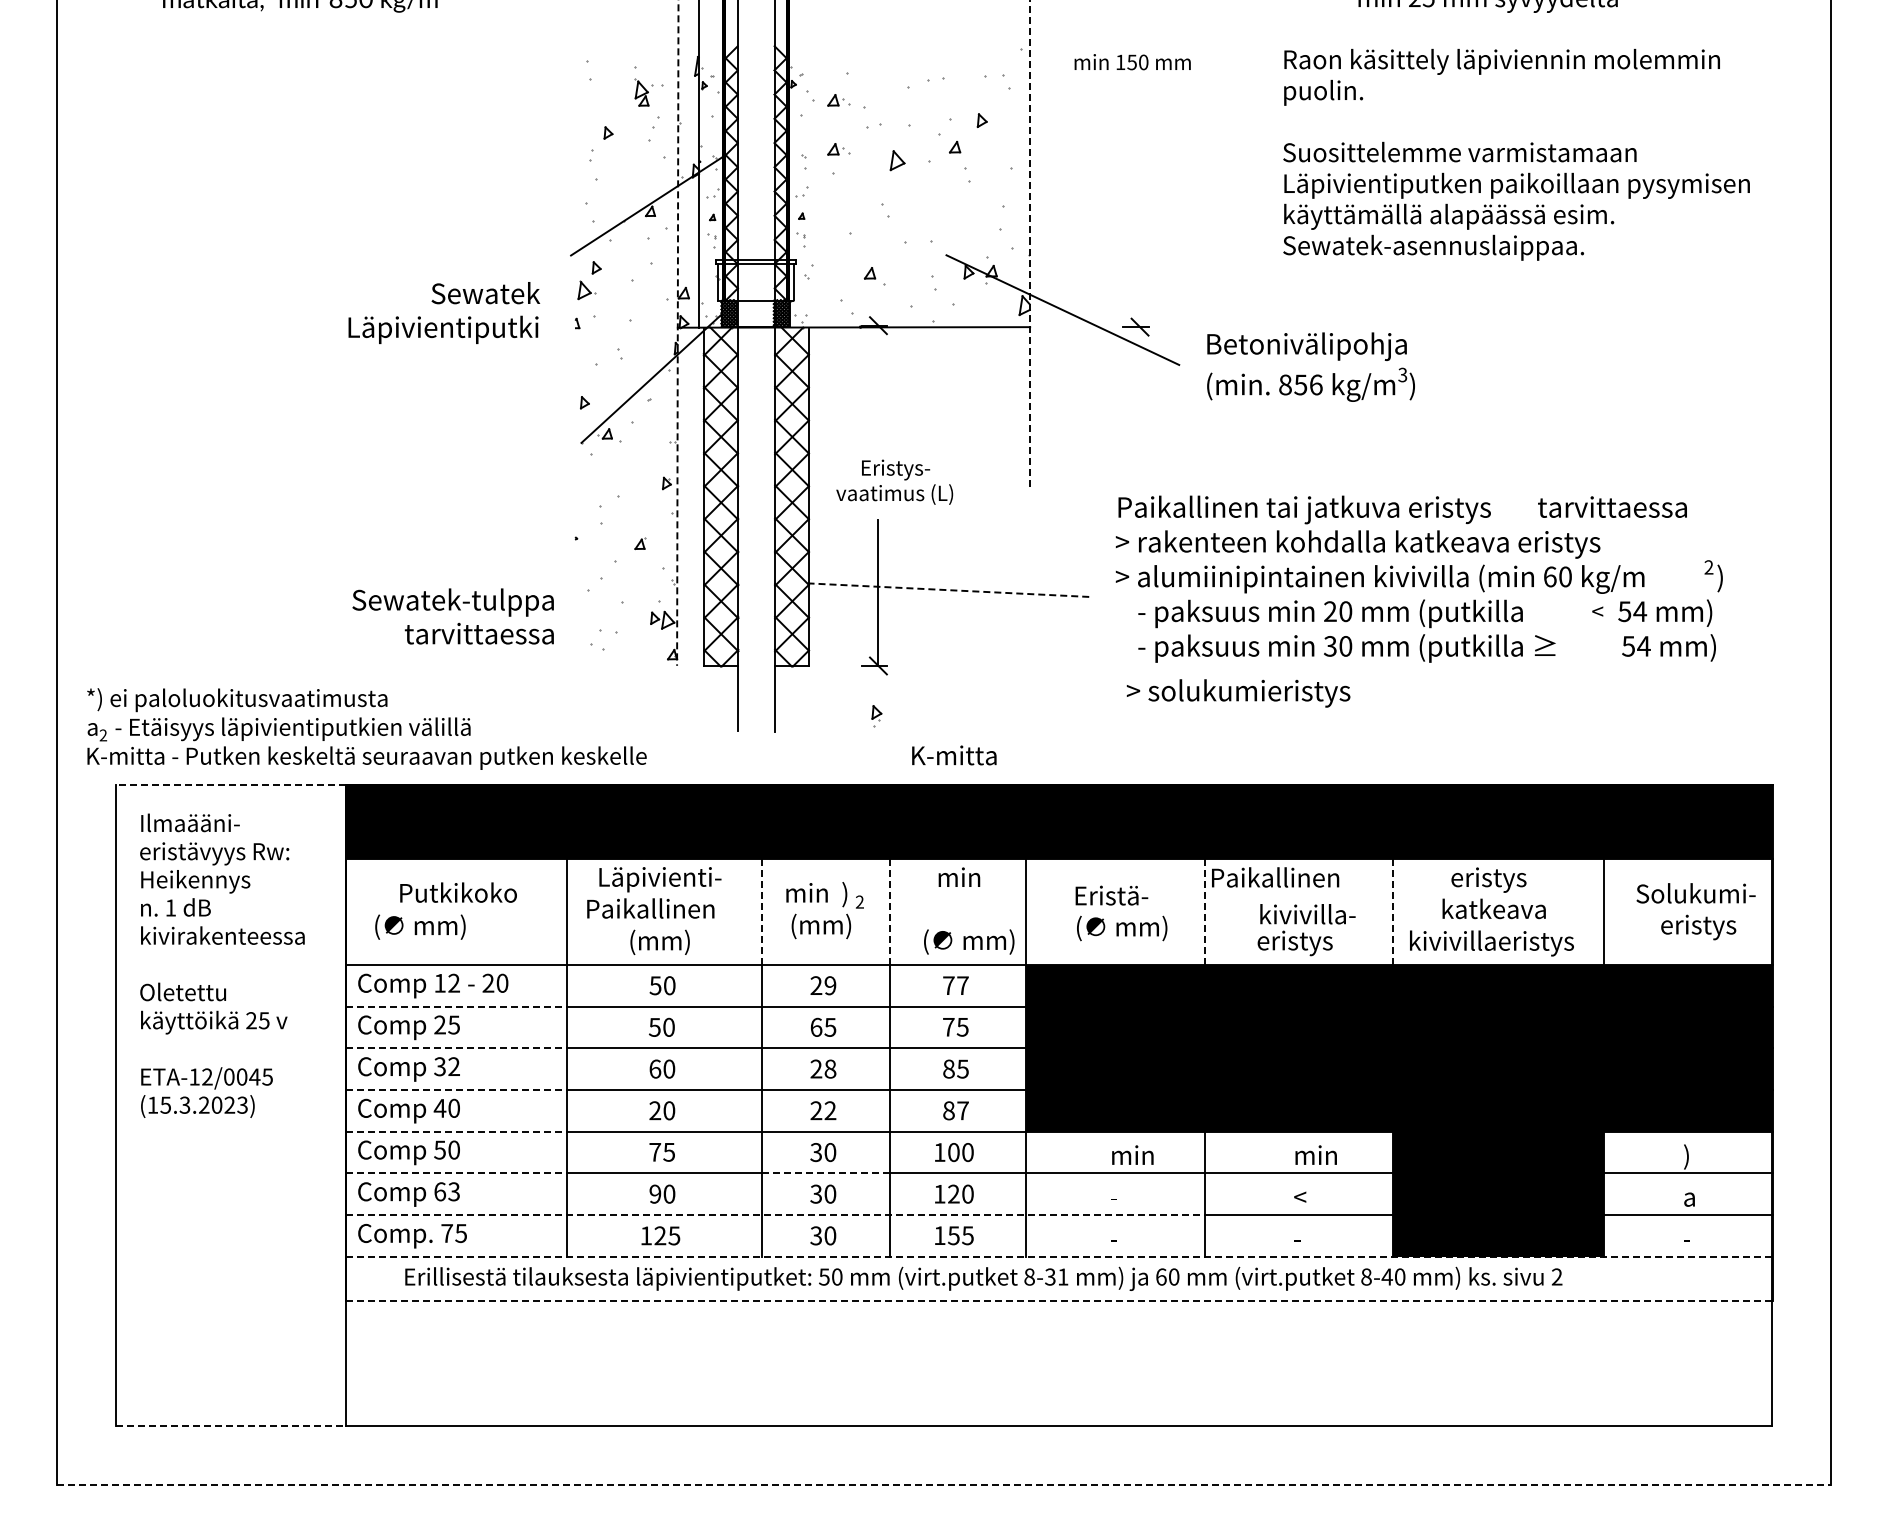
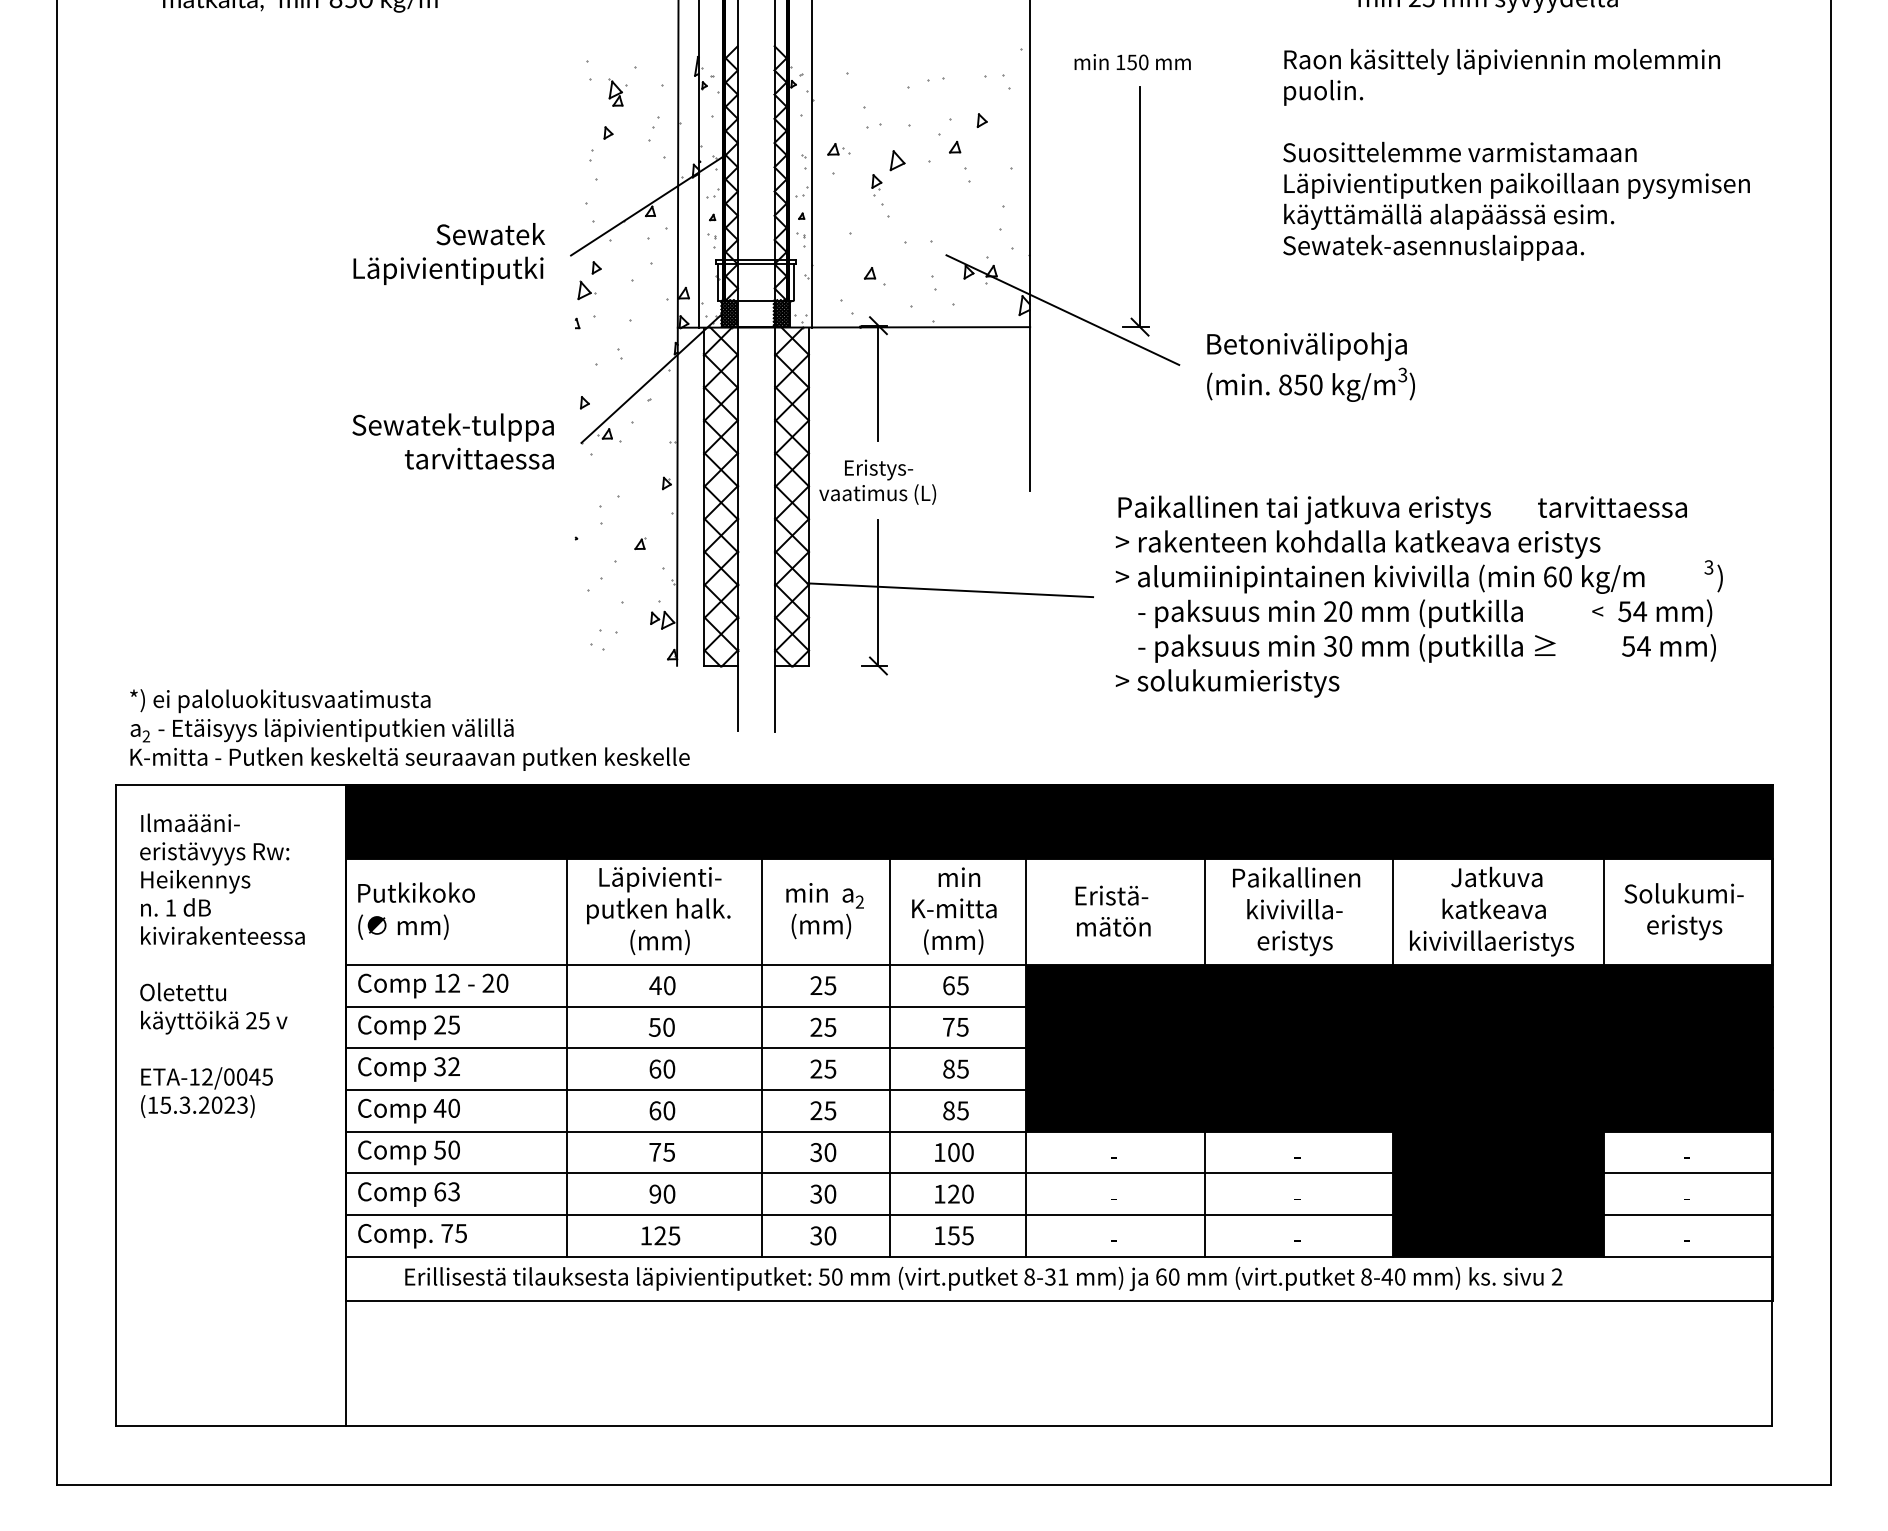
part at (643, 92) position: (643, 92) -> (617, 92)
part at (838, 100): present -> none
line at (812, 164): none -> present
line at (1140, 207): none -> present
line at (1030, 246): dashed -> solid
text at (444, 312) position: (444, 312) -> (449, 253)
line at (677, 332): dashed -> solid
line at (878, 383): none -> present
text at (1316, 384): 856 -> 850
text at (894, 481) position: (894, 481) -> (877, 481)
text at (1708, 567): 2 -> 3
line at (950, 590): dashed -> solid
text at (452, 616) position: (452, 616) -> (452, 441)
text at (1238, 693) position: (1238, 693) -> (1227, 683)
part at (876, 716) position: (876, 716) -> (876, 185)
text at (366, 728) position: (366, 728) -> (409, 729)
text at (954, 755) position: (954, 755) -> (954, 908)
line at (230, 785): dashed -> solid
text at (1275, 877) position: (1275, 877) -> (1296, 877)
text at (1496, 879): eristys -> Jatkuva
text at (458, 892) position: (458, 892) -> (416, 892)
text at (1695, 893) position: (1695, 893) -> (1683, 893)
text at (847, 894): ) -> a
text at (658, 911): Paikallinen -> putken halk.
line at (761, 912): dashed -> solid
line at (889, 912): dashed -> solid
line at (1204, 912): dashed -> solid
line at (1393, 912): dashed -> solid
text at (1307, 914) position: (1307, 914) -> (1294, 909)
text at (420, 926) position: (420, 926) -> (403, 926)
text at (1698, 927) position: (1698, 927) -> (1684, 927)
text at (1122, 928): (∅ mm) -> mätön
text at (973, 941): (∅ mm) -> (mm)
text at (655, 985): 50 -> 40
text at (830, 985): 29 -> 25
text at (955, 985): 77 -> 65
line at (456, 1006): dashed -> solid
text at (816, 1026): 65 -> 25
line at (456, 1048): dashed -> solid
text at (830, 1068): 28 -> 25
line at (456, 1089): dashed -> solid
text at (655, 1110): 20 -> 60
text at (830, 1110): 22 -> 25
text at (962, 1110): 87 -> 85
line at (456, 1131): dashed -> solid
text at (1132, 1154): min -> -
text at (1315, 1154): min -> -
text at (1686, 1156): ) -> -
line at (456, 1173): dashed -> solid
line at (826, 1173): dashed -> solid
text at (1300, 1196): < -> -
text at (1689, 1199): a -> -
line at (776, 1215): dashed -> solid
line at (1059, 1256): dashed -> solid
line at (1059, 1301): dashed -> solid
line at (231, 1425): dashed -> solid
line at (944, 1484): dashed -> solid
